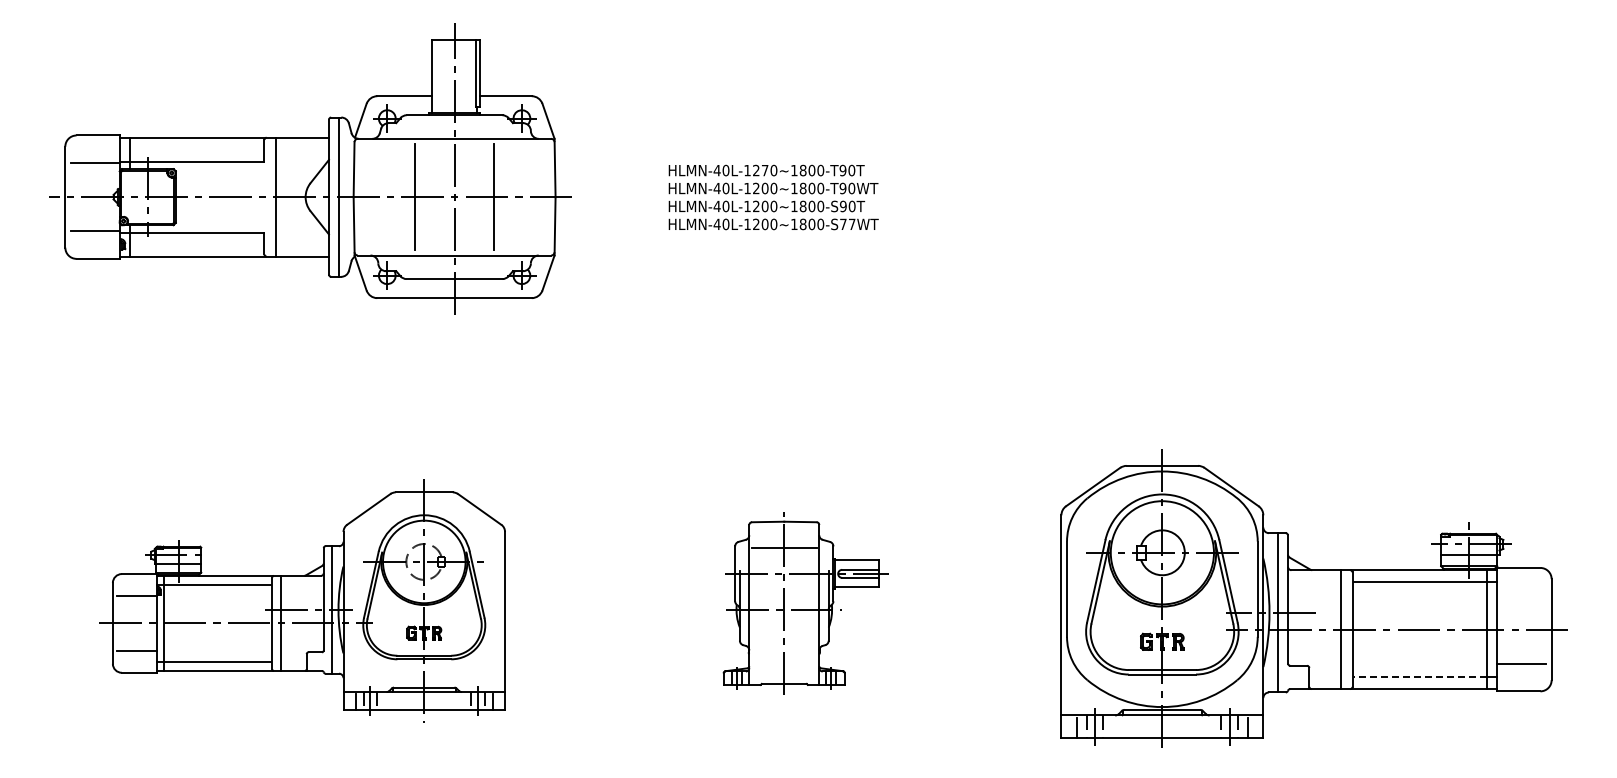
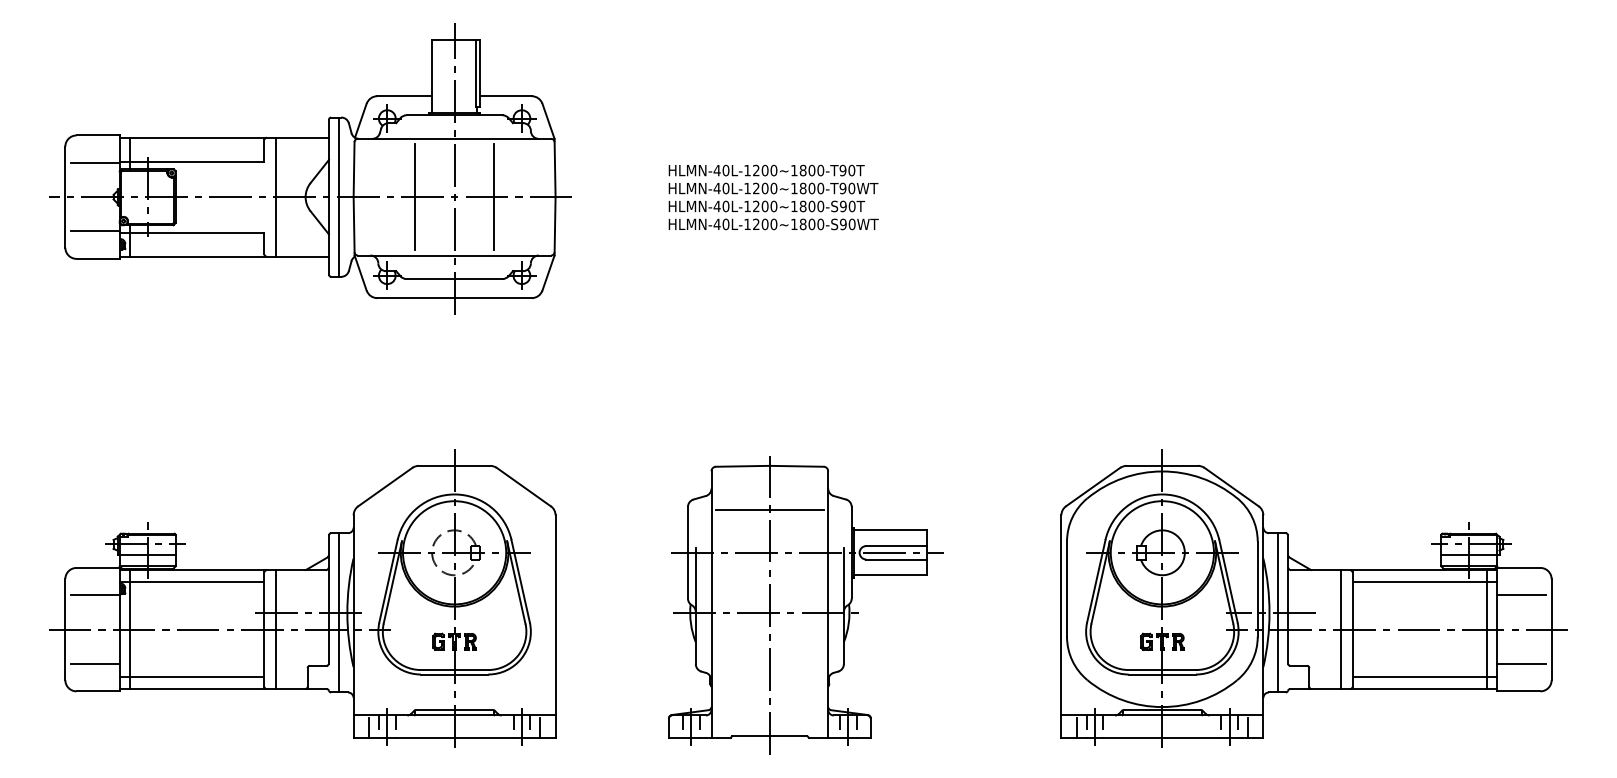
text at (764, 170): HLMN-40L-1270~1800-T90T -> HLMN-40L-1200~1800-T90T
text at (847, 224): HLMN-40L-1200~1800-S77WT -> HLMN-40L-1200~1800-S90WT
line at (1521, 595): none -> present
part at (302, 600) size: 407x244 px -> 508x299 px
part at (805, 603) size: 167x183 px -> 276x299 px
line at (1420, 677): dashed -> solid
